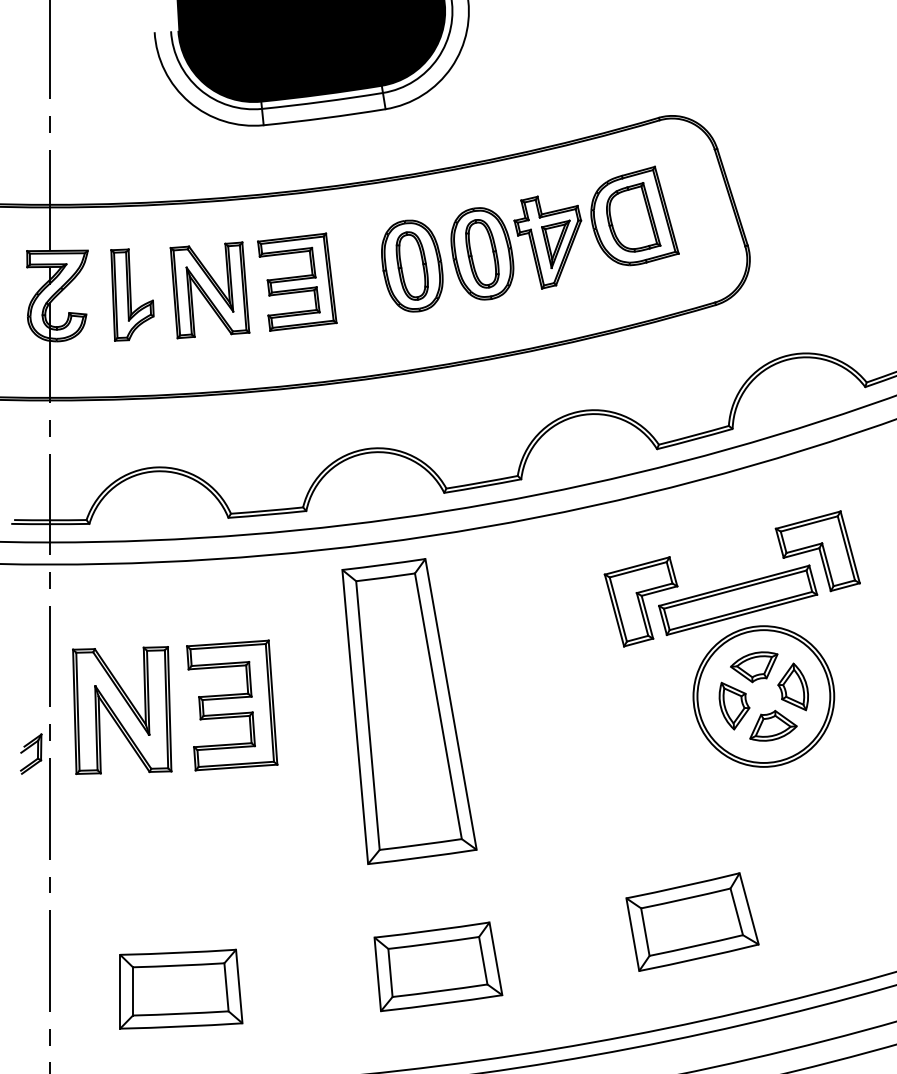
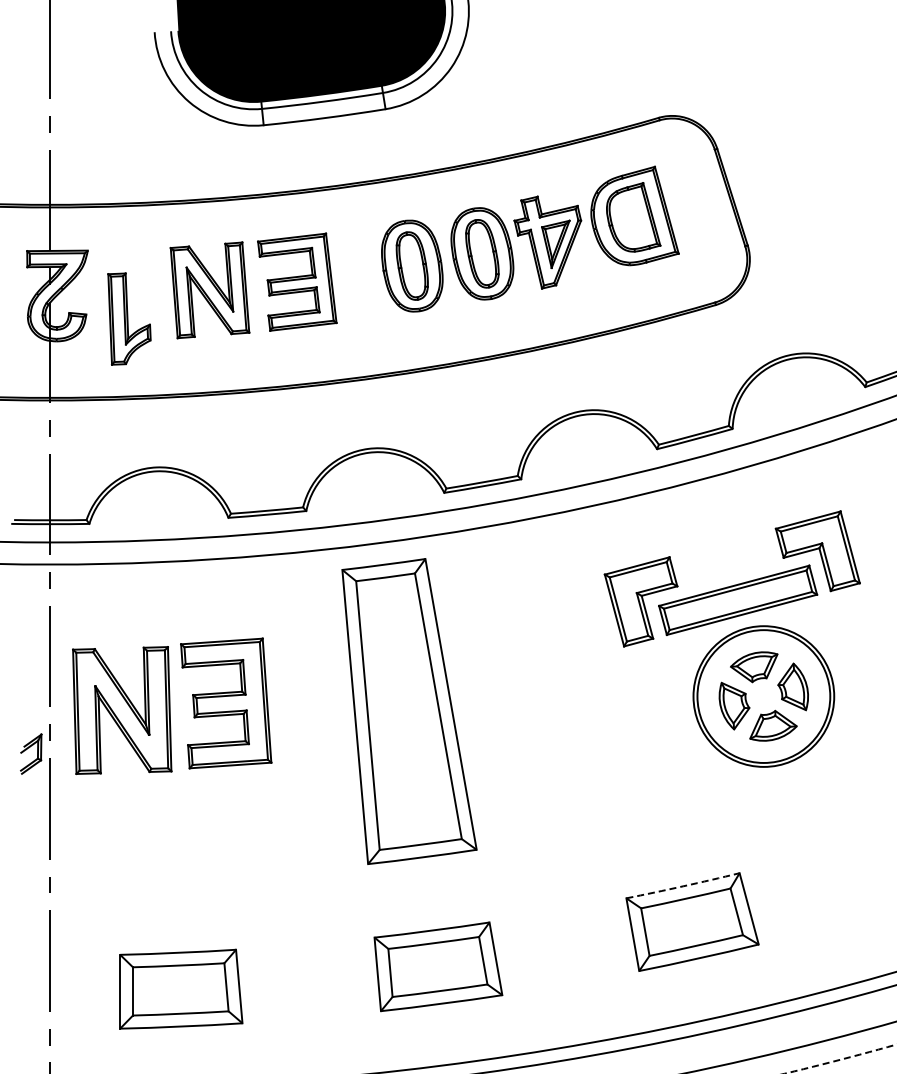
part at (132, 294) position: (132, 294) -> (129, 318)
part at (232, 705) position: (232, 705) -> (226, 703)
arc at (683, 886): solid -> dashed
circle at (839, 1058): solid -> dashed
